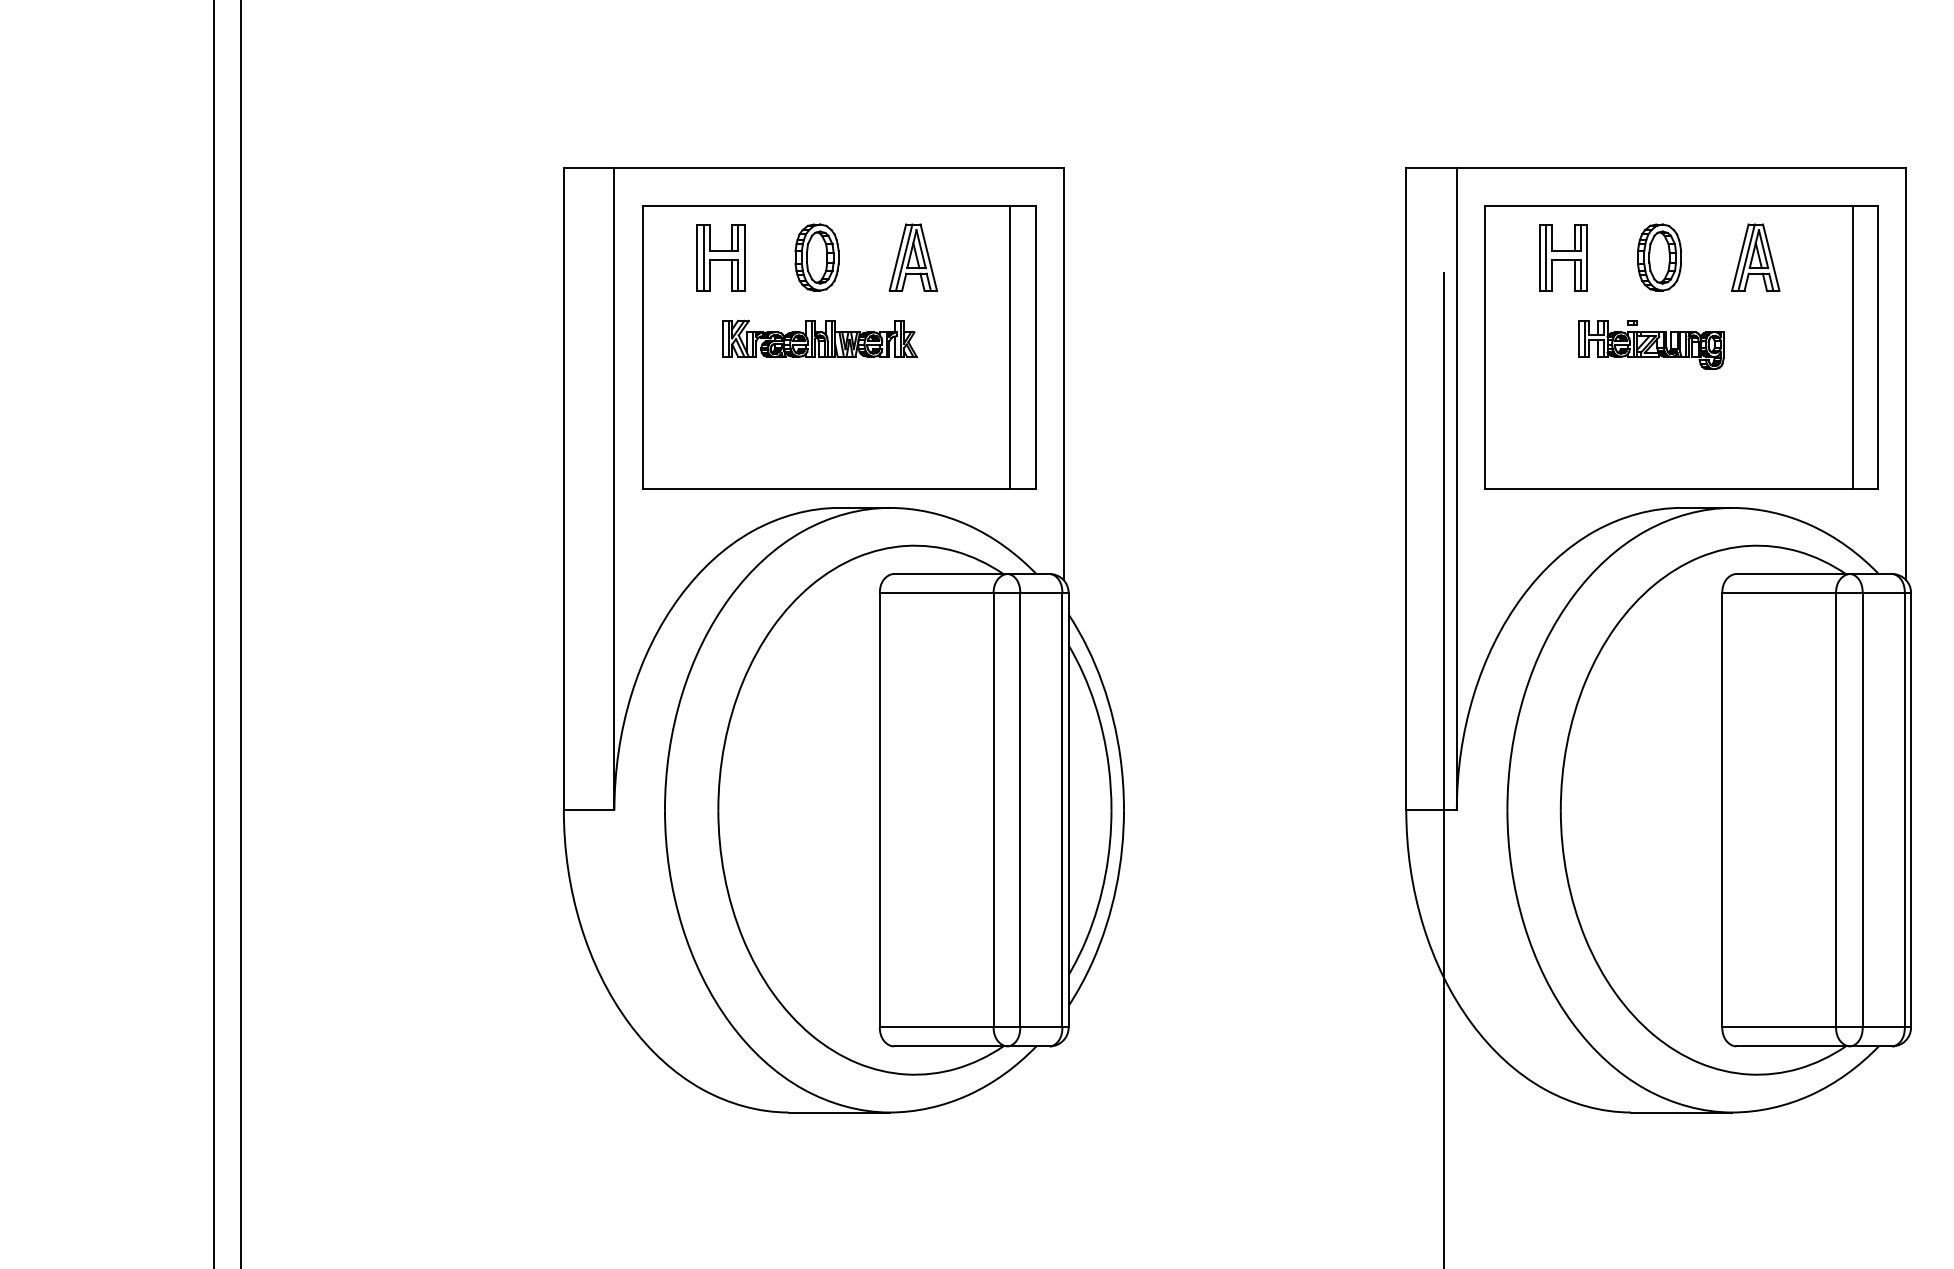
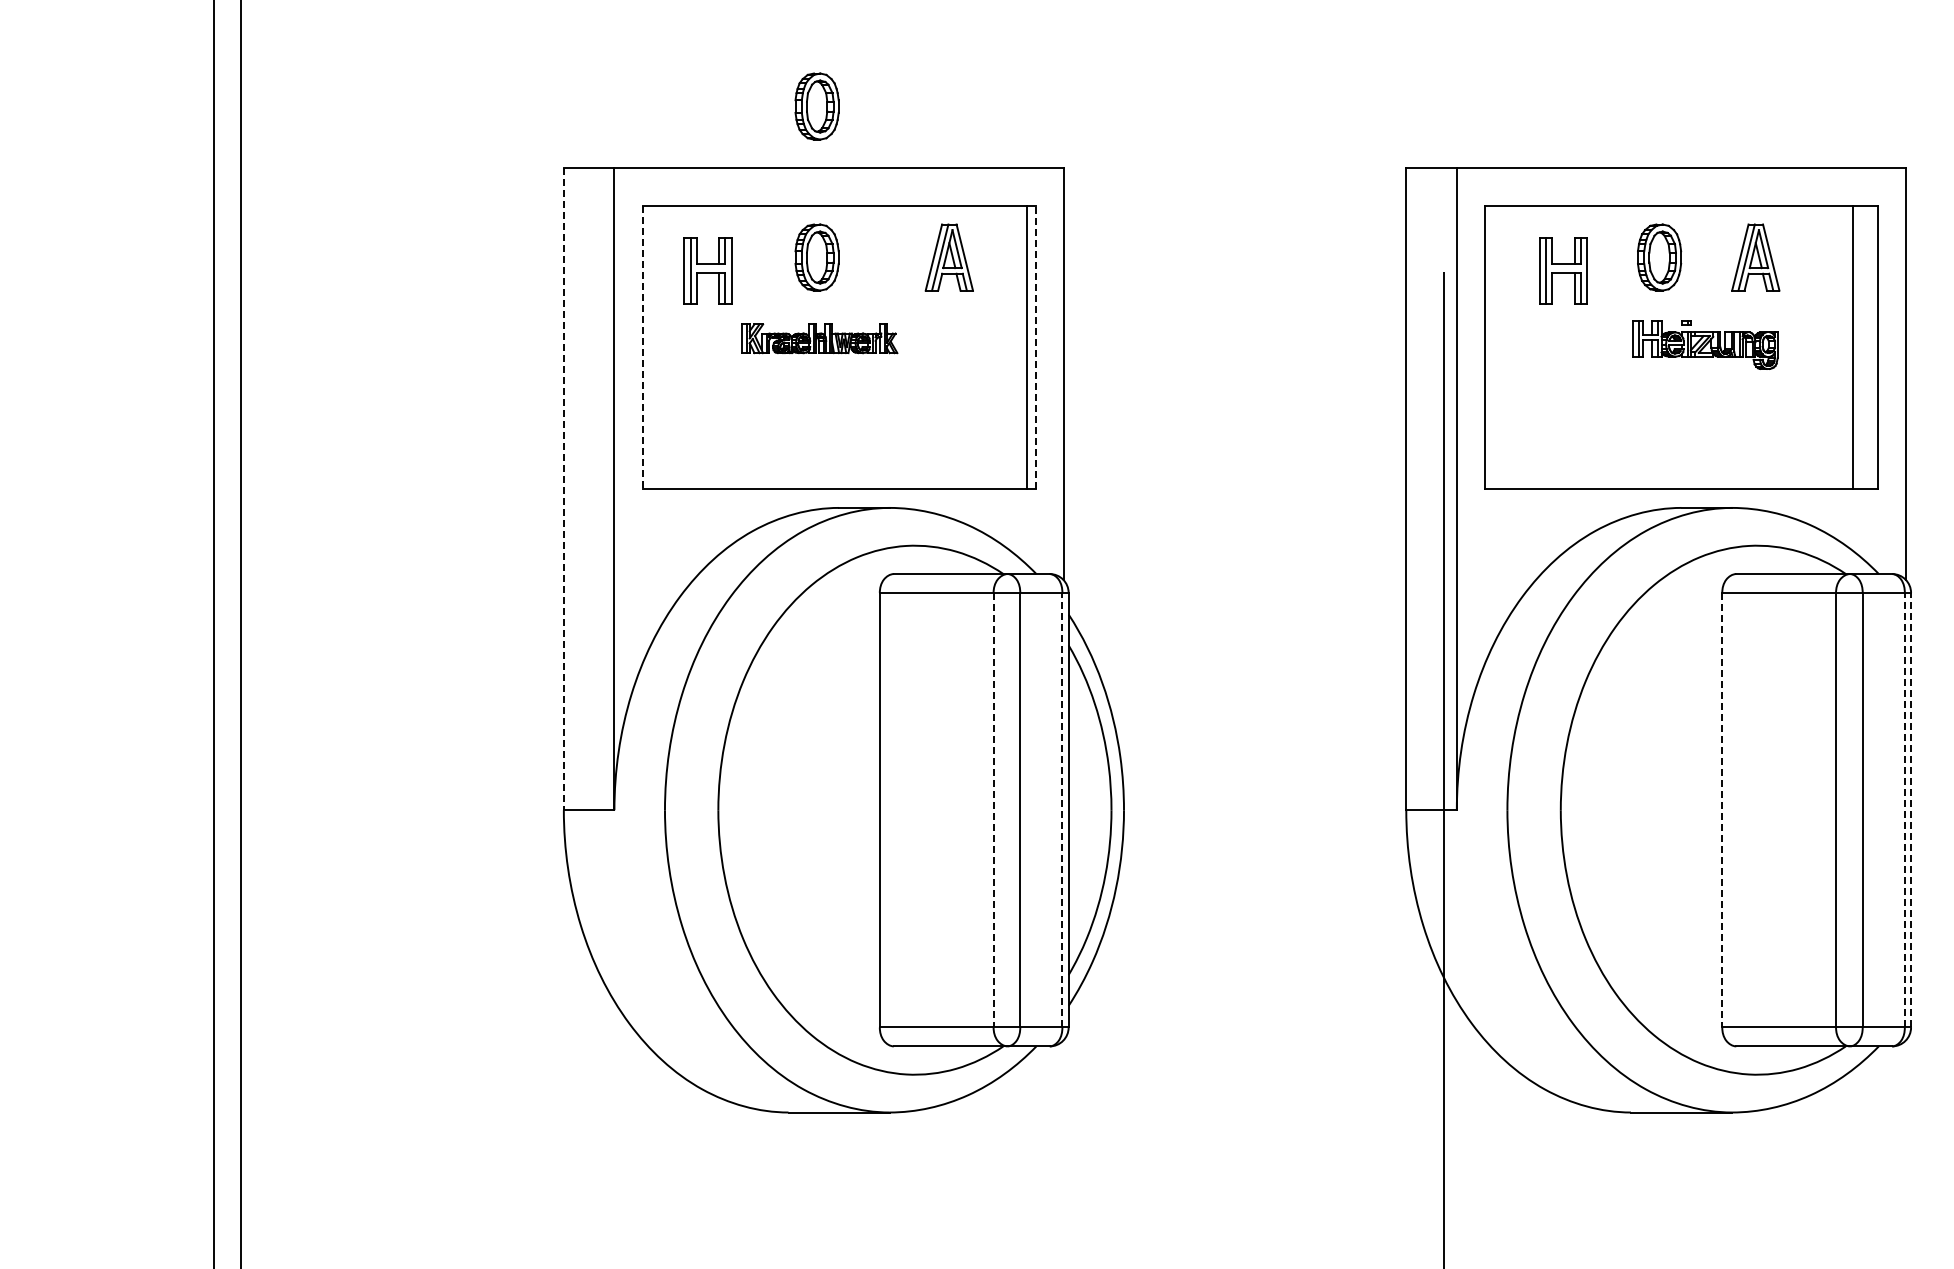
part at (816, 106): none -> present
part at (720, 257) position: (720, 257) -> (707, 270)
part at (912, 257) position: (912, 257) -> (948, 257)
part at (1563, 257) position: (1563, 257) -> (1563, 270)
part at (819, 338) size: 196x39 px -> 158x32 px
part at (1651, 344) position: (1651, 344) -> (1705, 344)
line at (642, 347): solid -> dashed
line at (1010, 347) position: (1010, 347) -> (1027, 347)
line at (1035, 347): solid -> dashed
line at (563, 489): solid -> dashed
line at (1062, 809): solid -> dashed
line at (1904, 809): solid -> dashed
line at (1911, 809): solid -> dashed
line at (993, 810): solid -> dashed
line at (1722, 810): solid -> dashed
